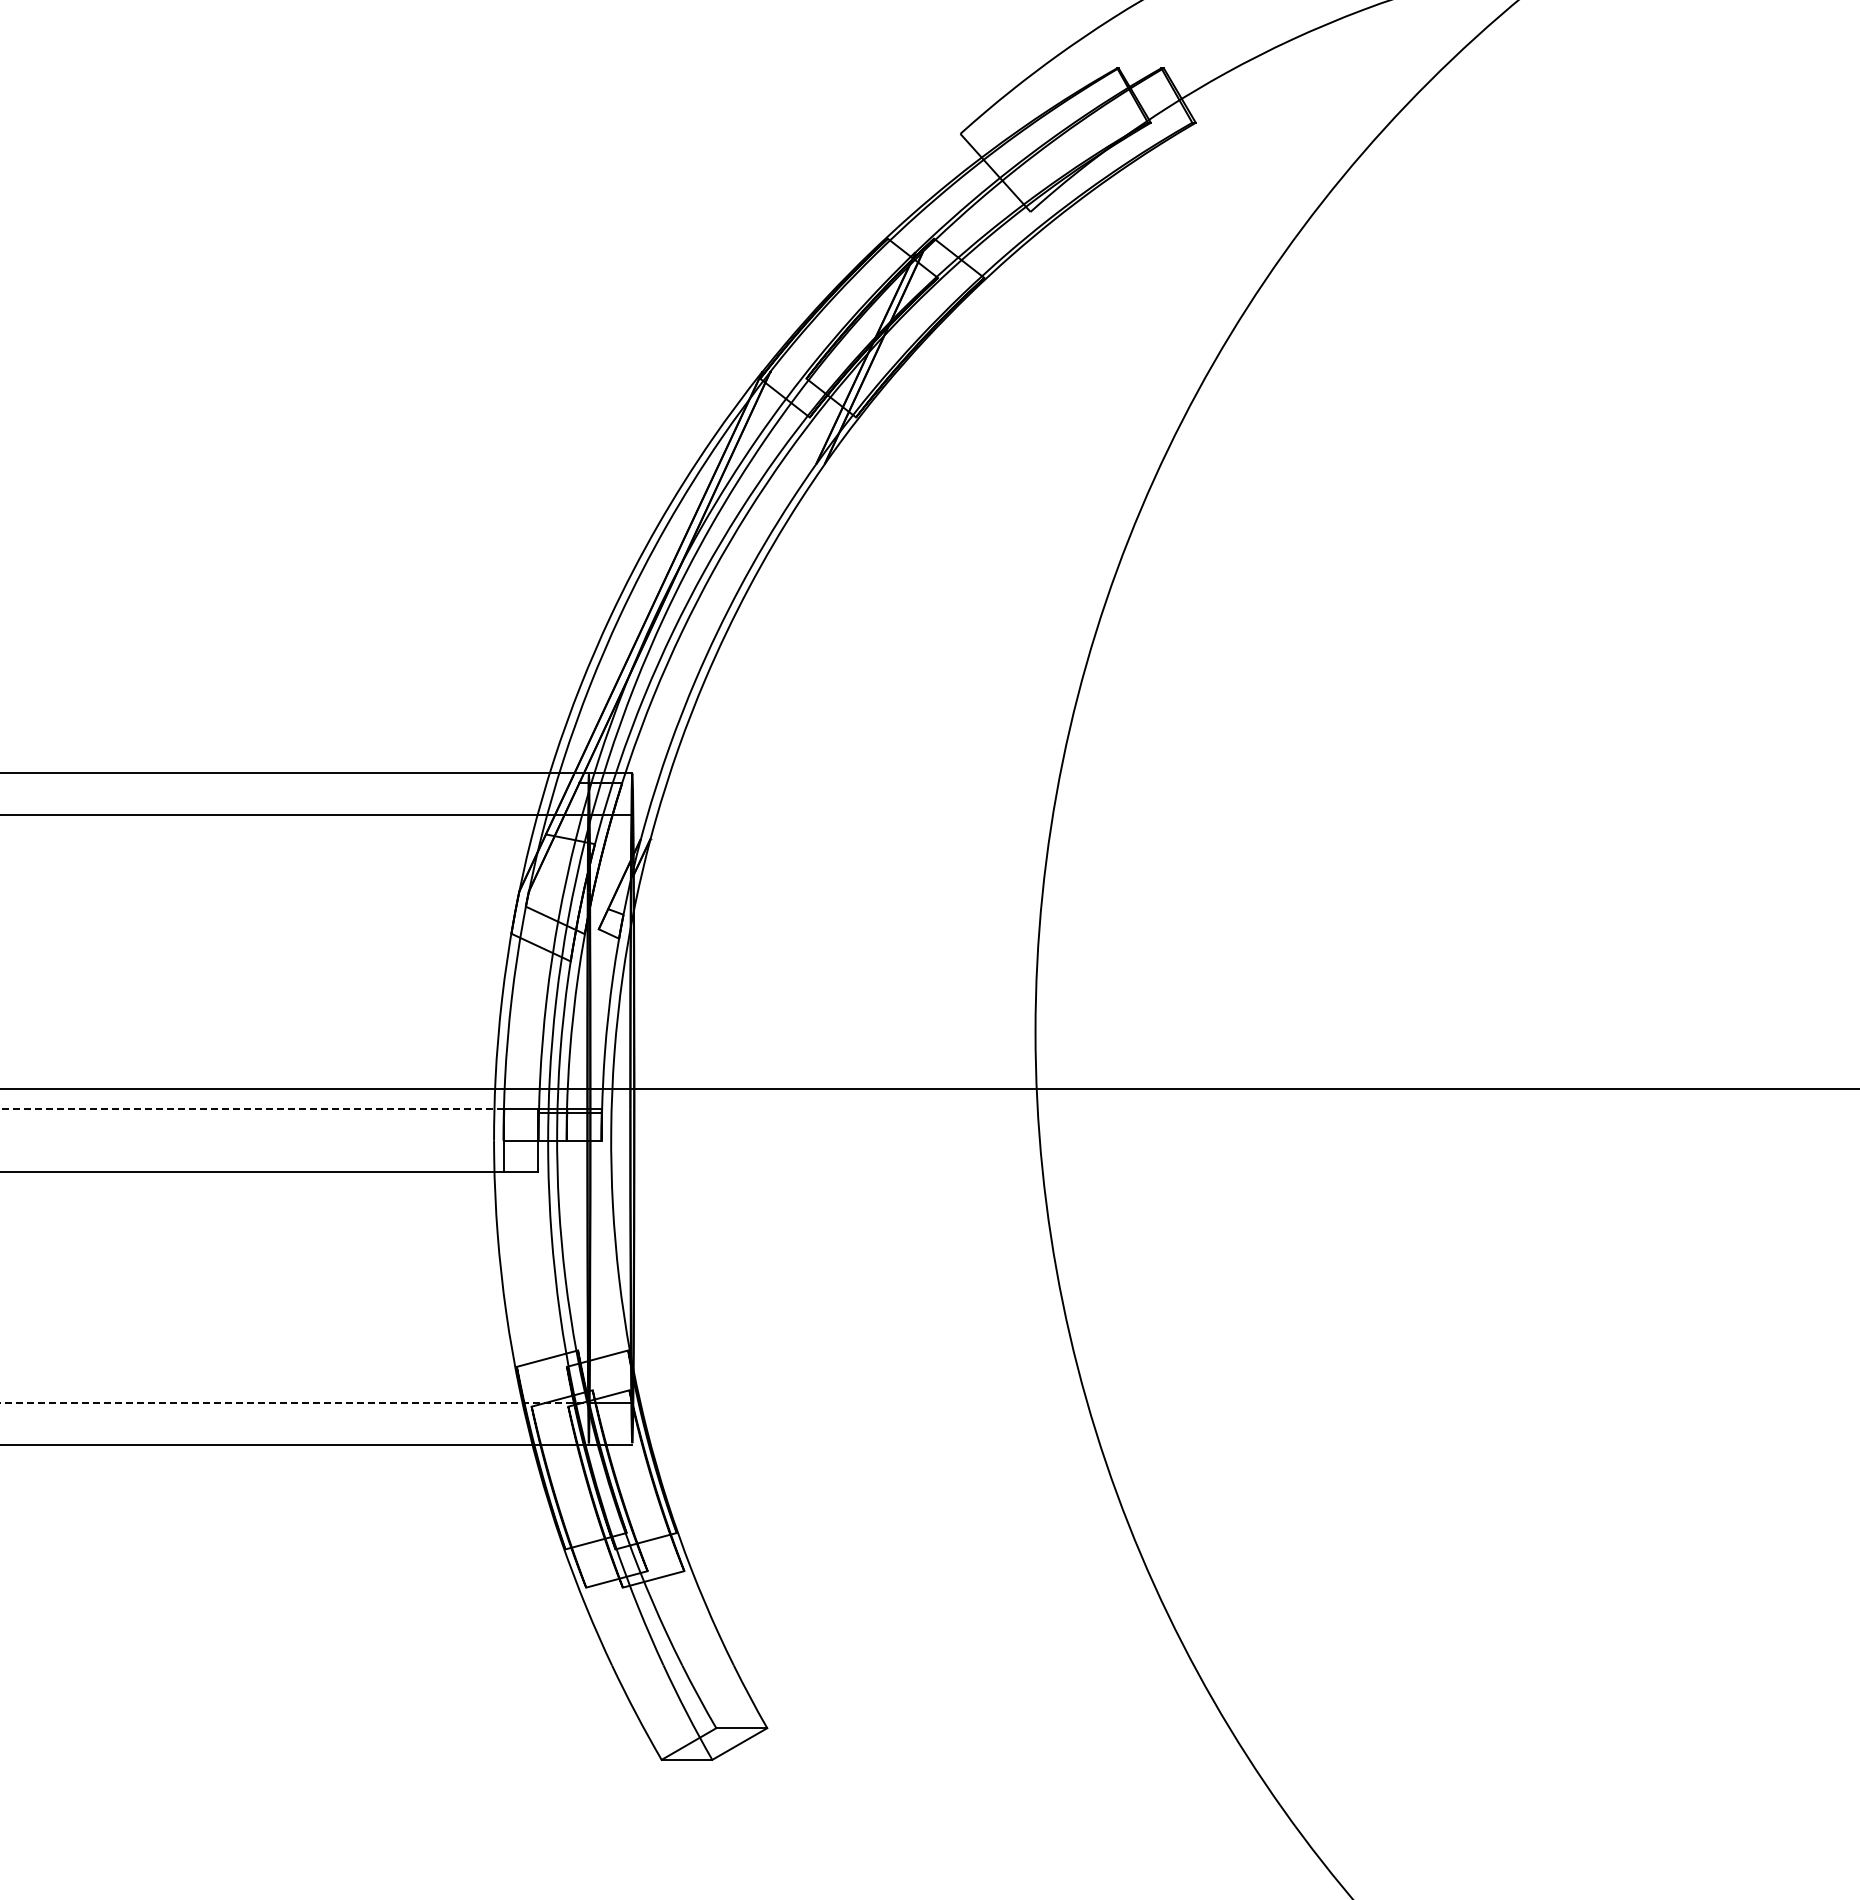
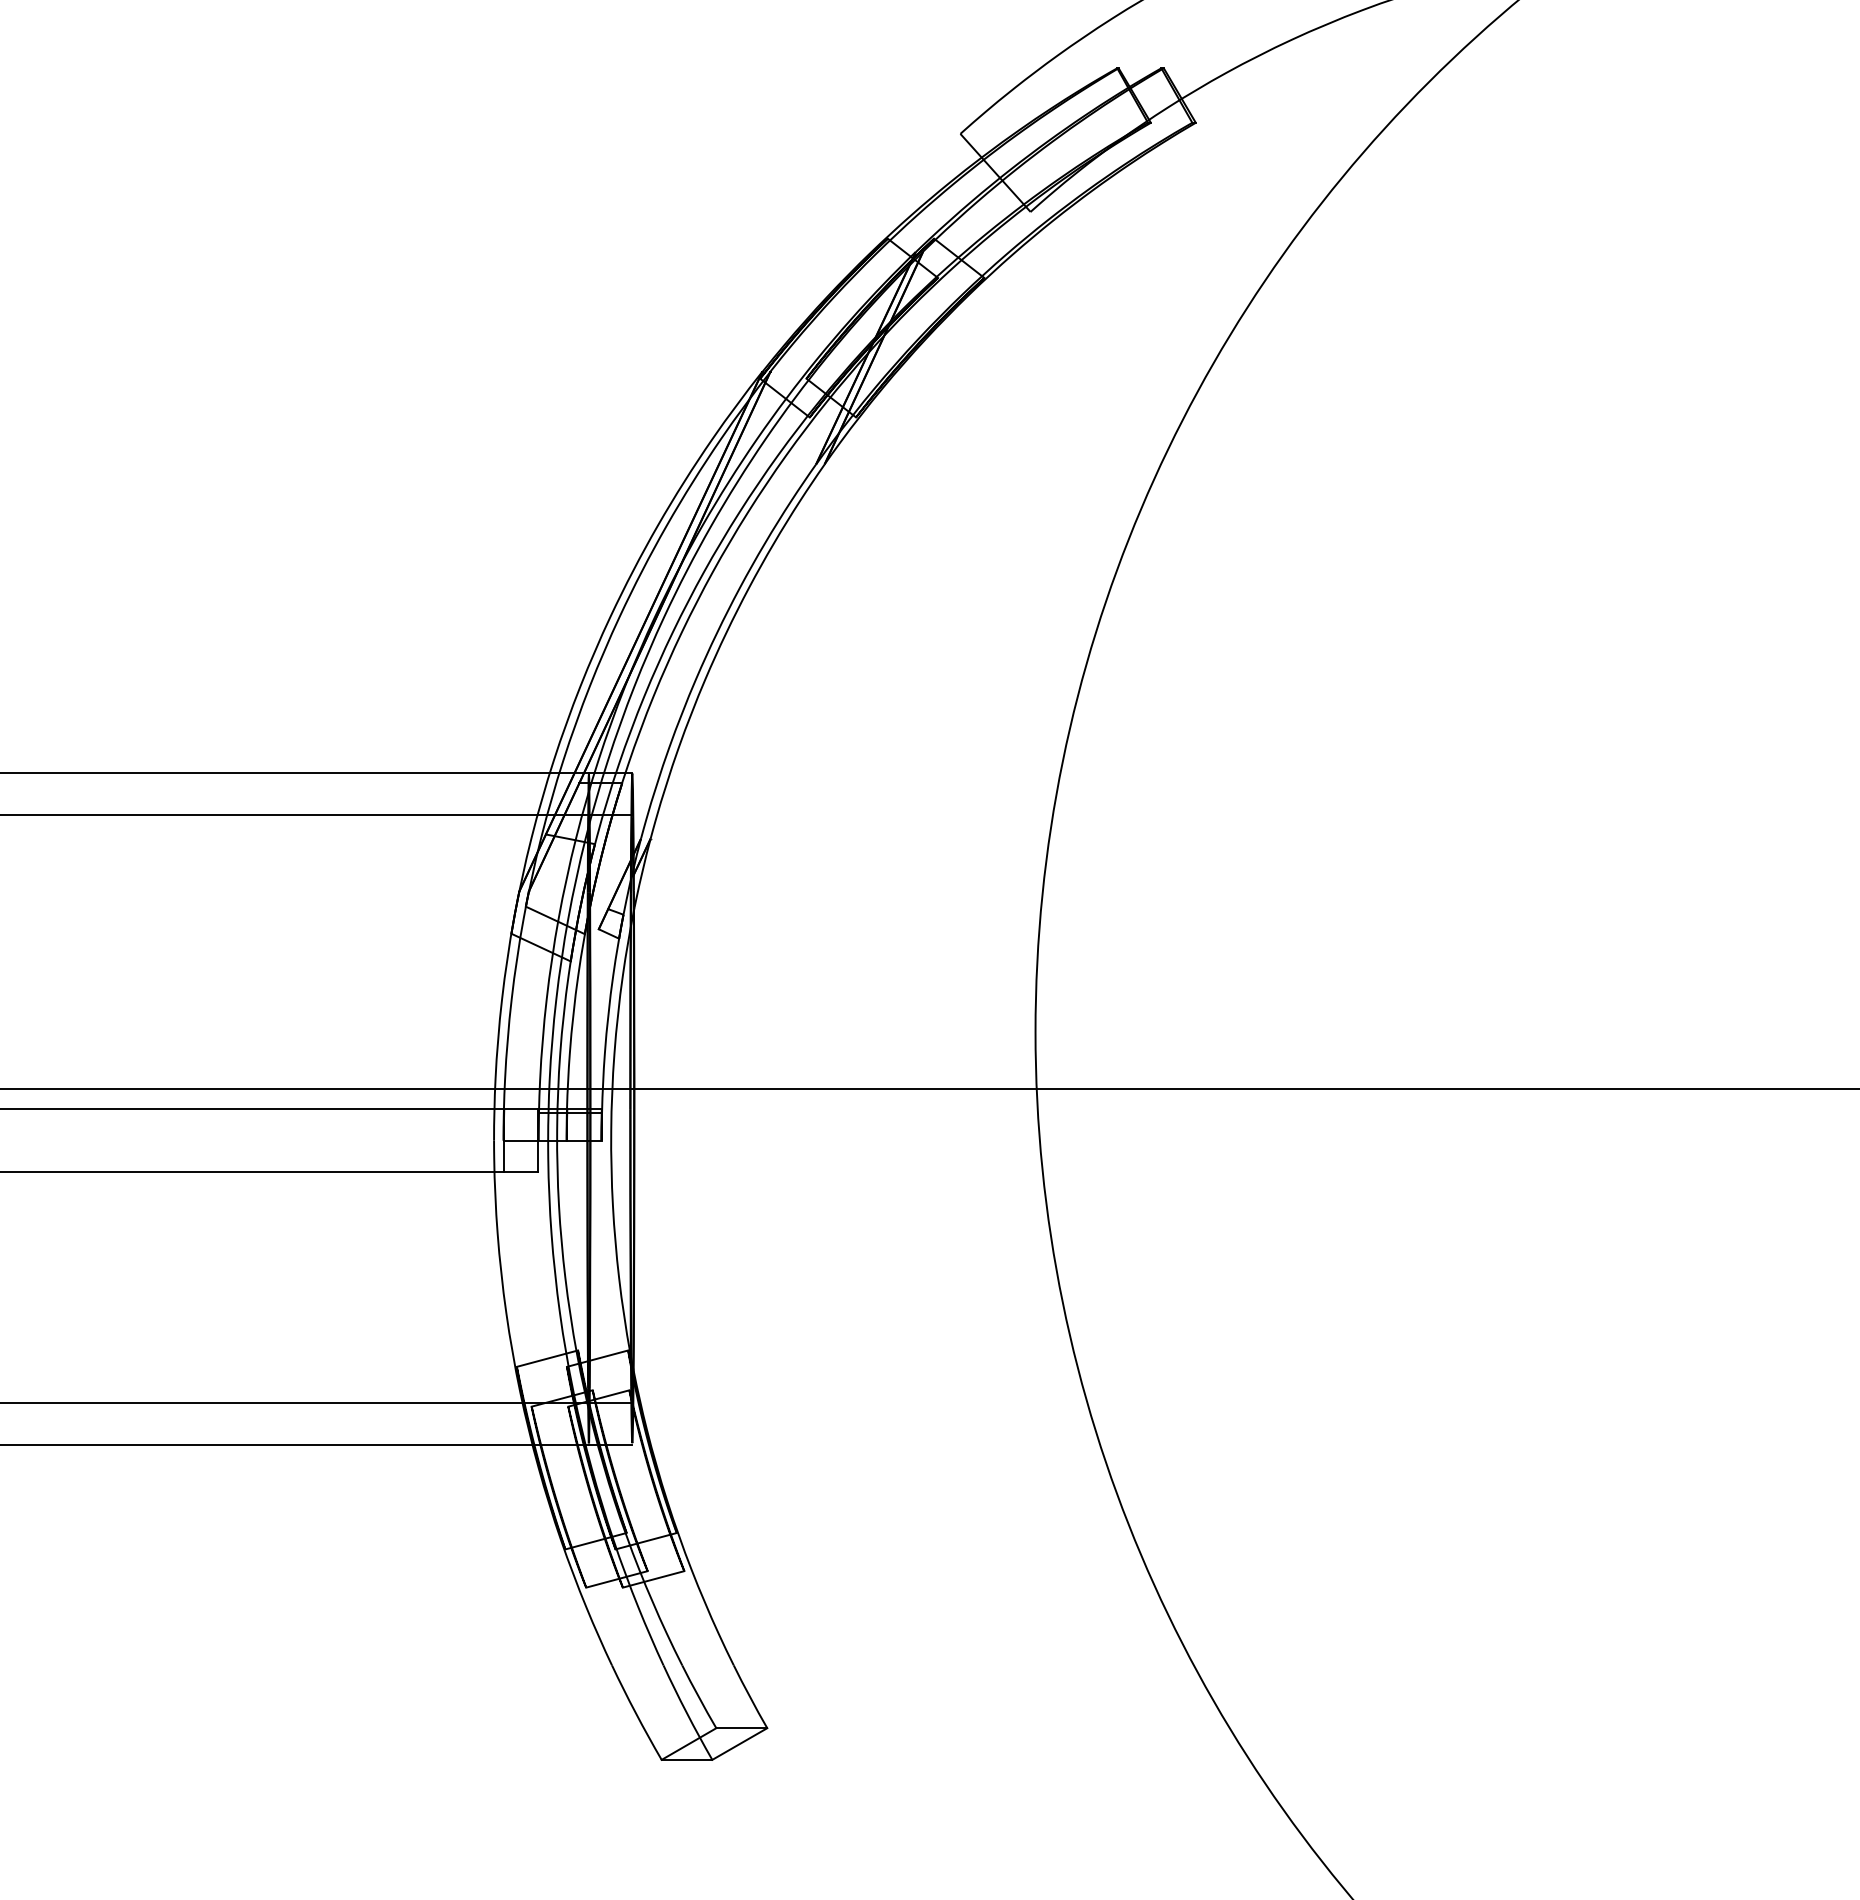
line at (251, 1109): dashed -> solid
line at (294, 1403): dashed -> solid
